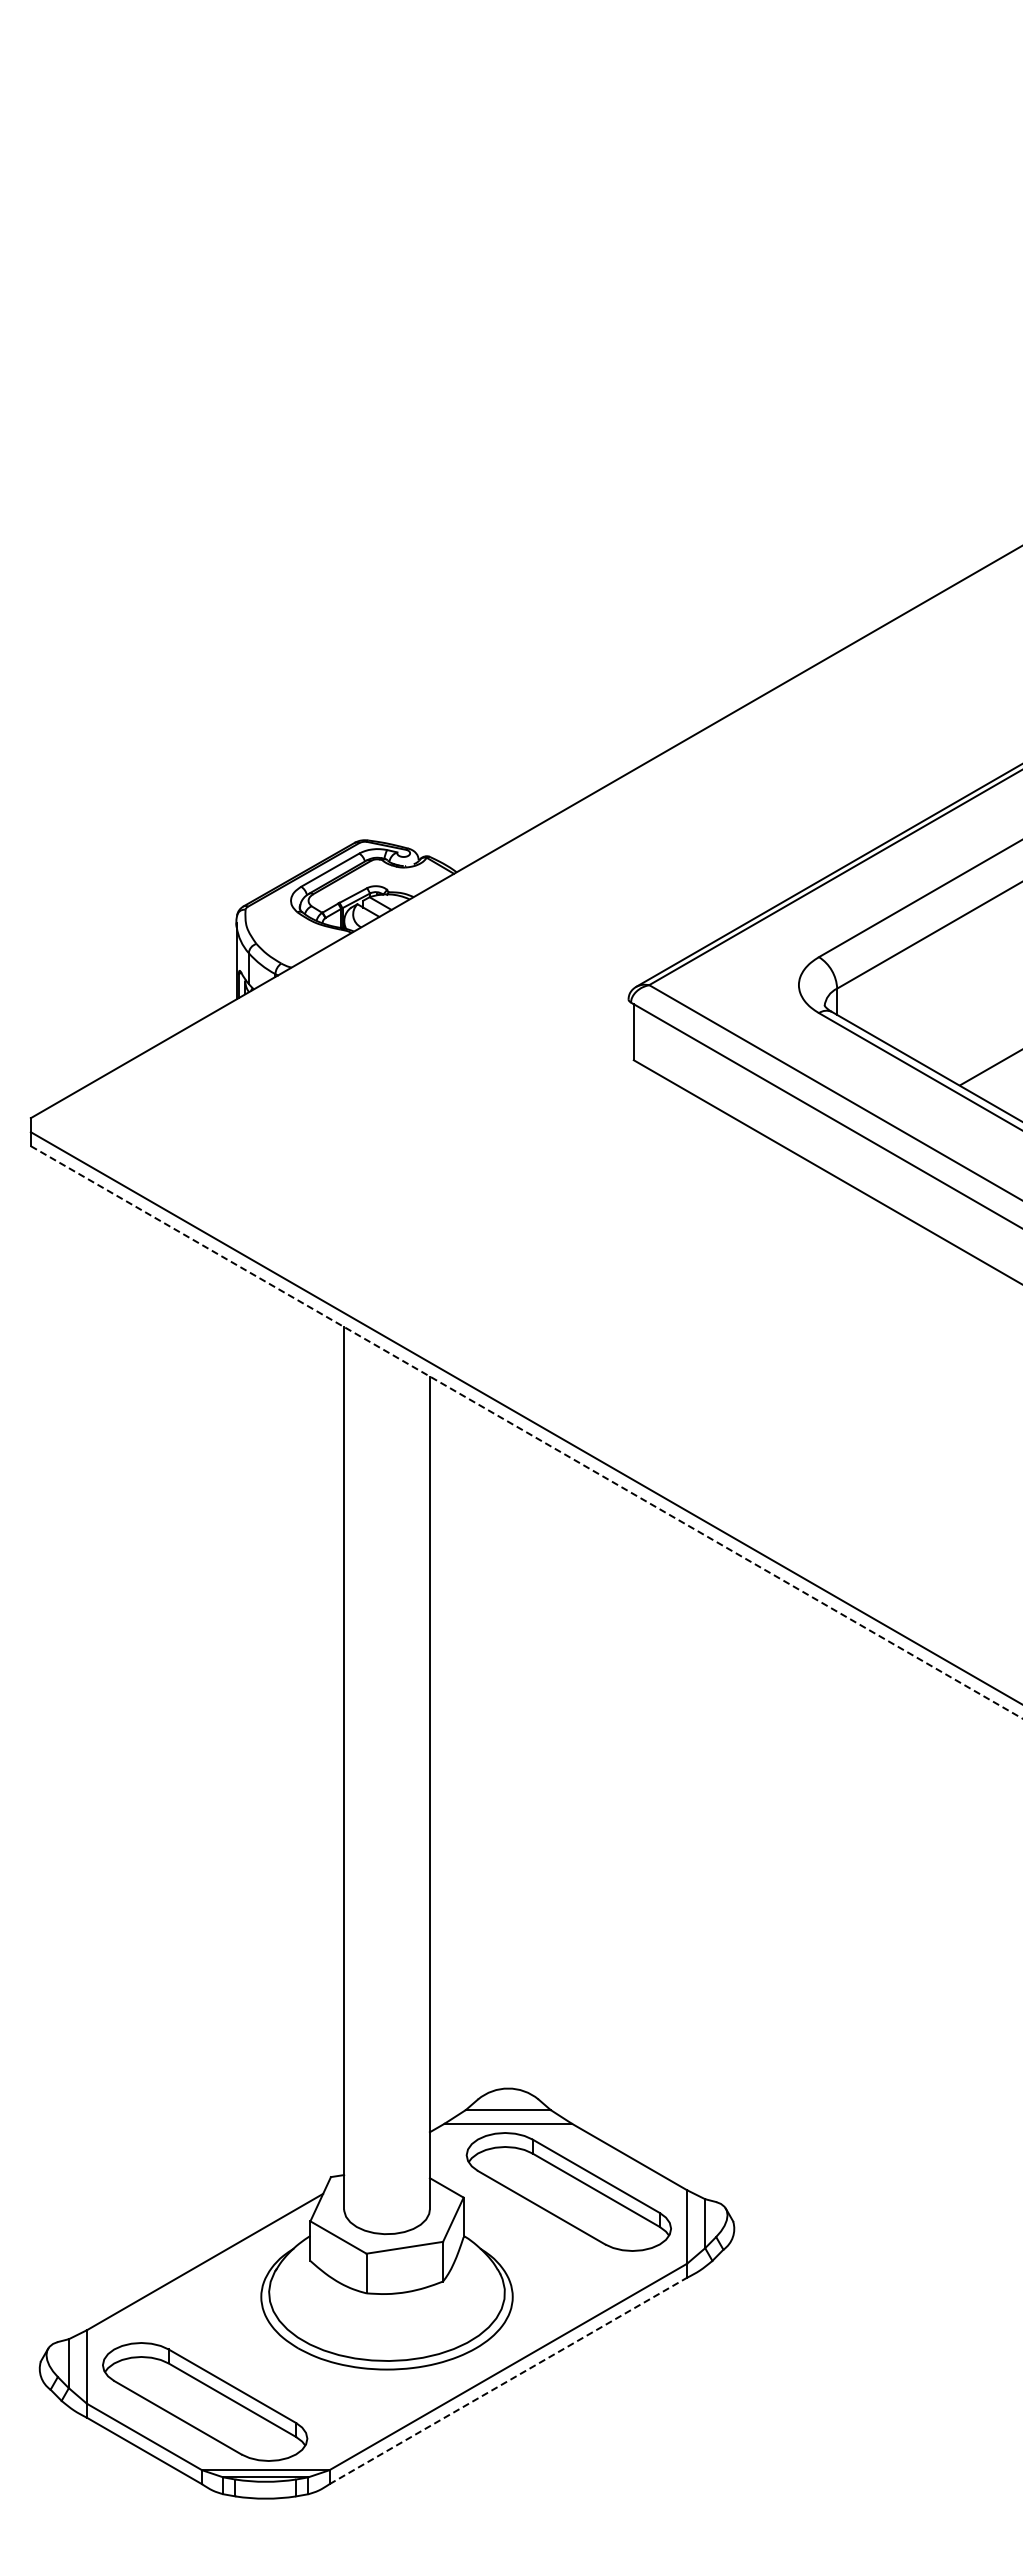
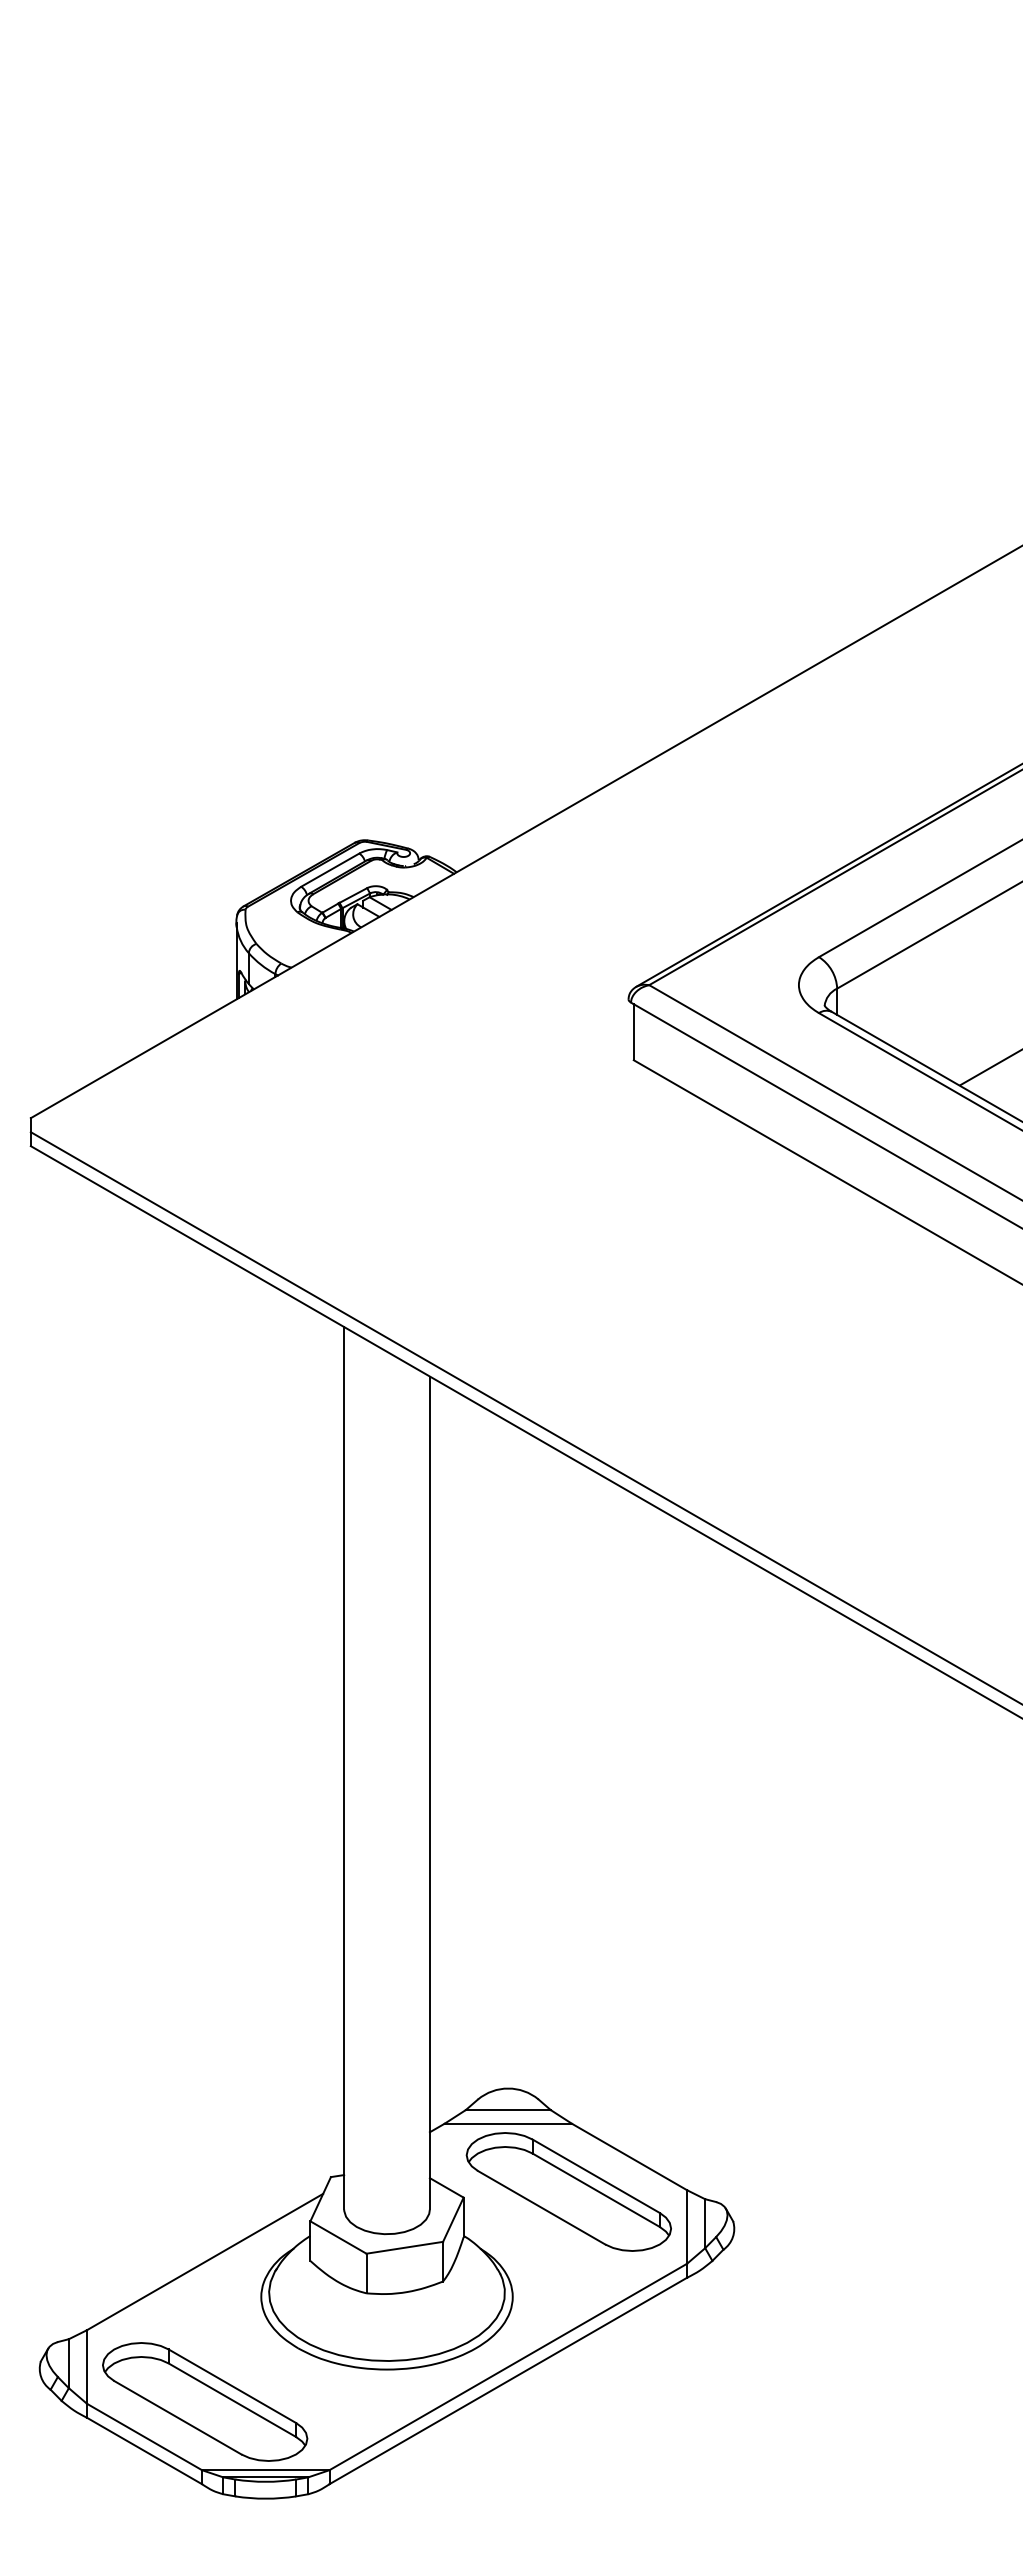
line at (526, 1432): dashed -> solid
line at (508, 2380): dashed -> solid
